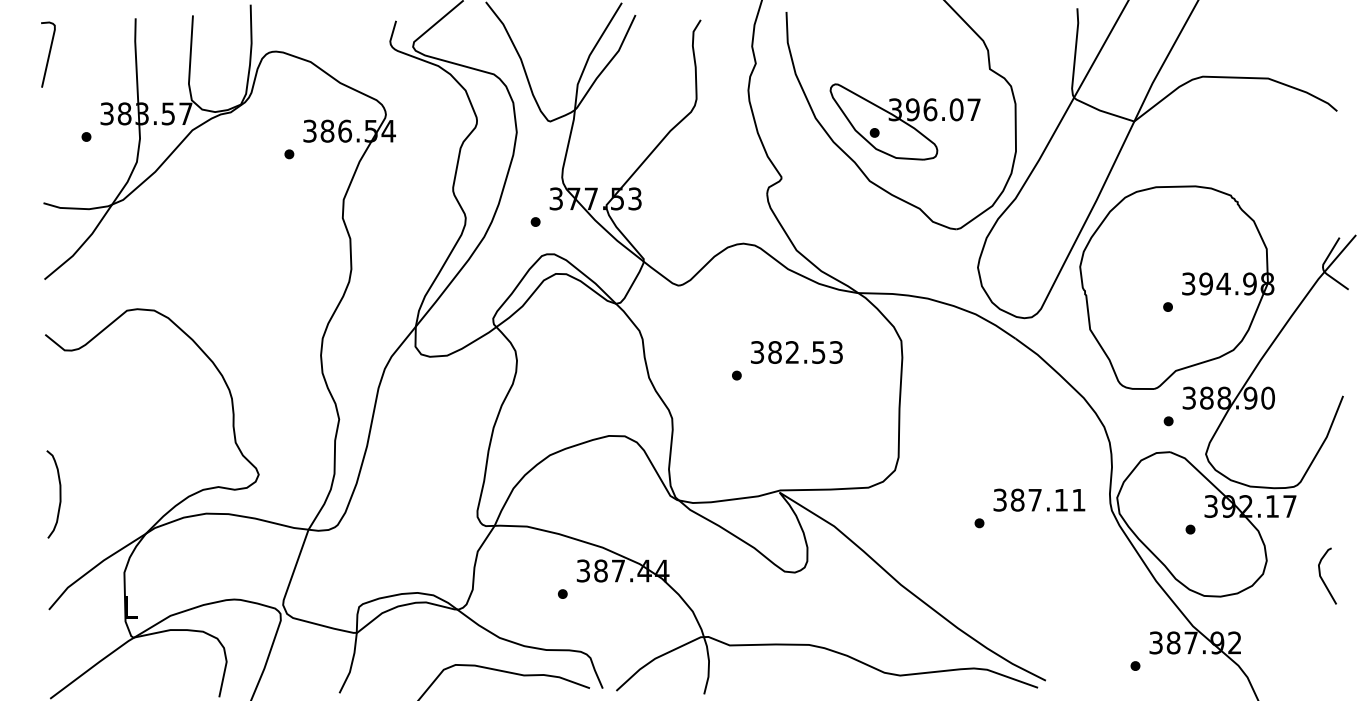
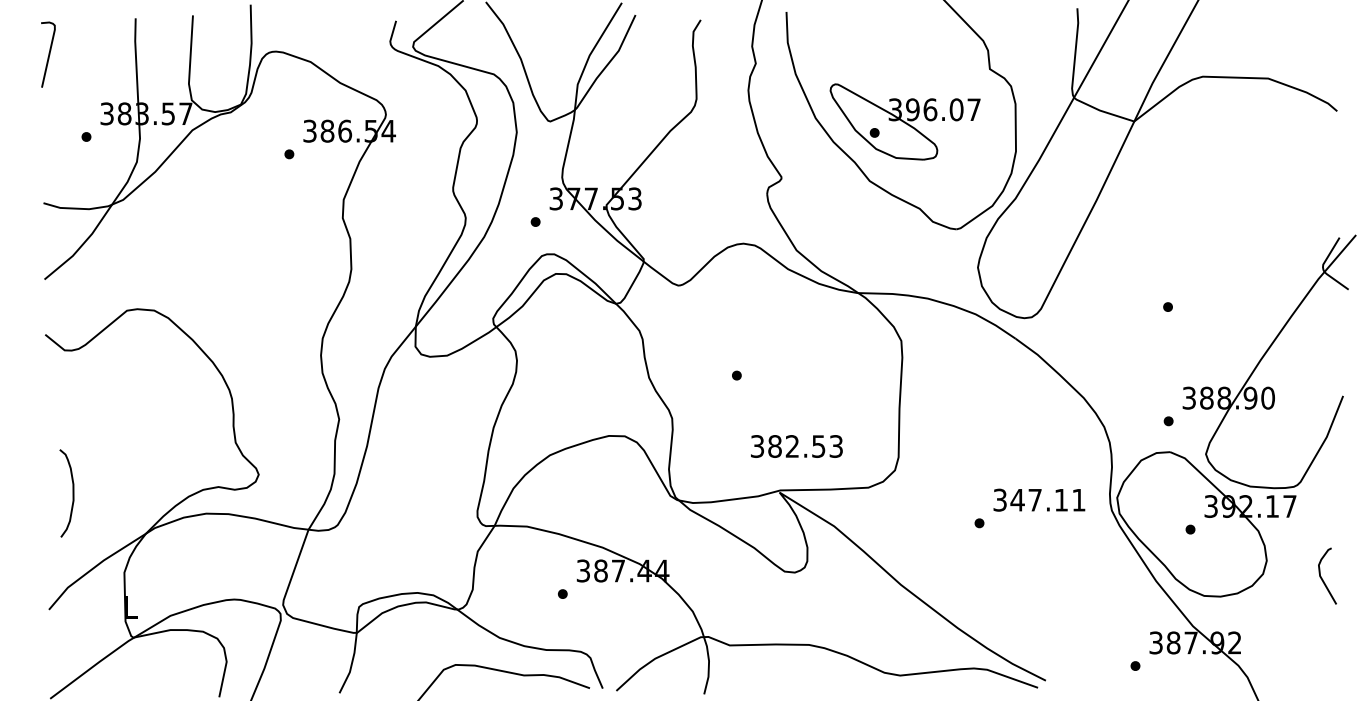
part at (1176, 287): present -> none
text at (796, 352) position: (796, 352) -> (796, 446)
curve at (59, 494) position: (59, 494) -> (72, 493)
text at (1017, 499): 387.11 -> 347.11
